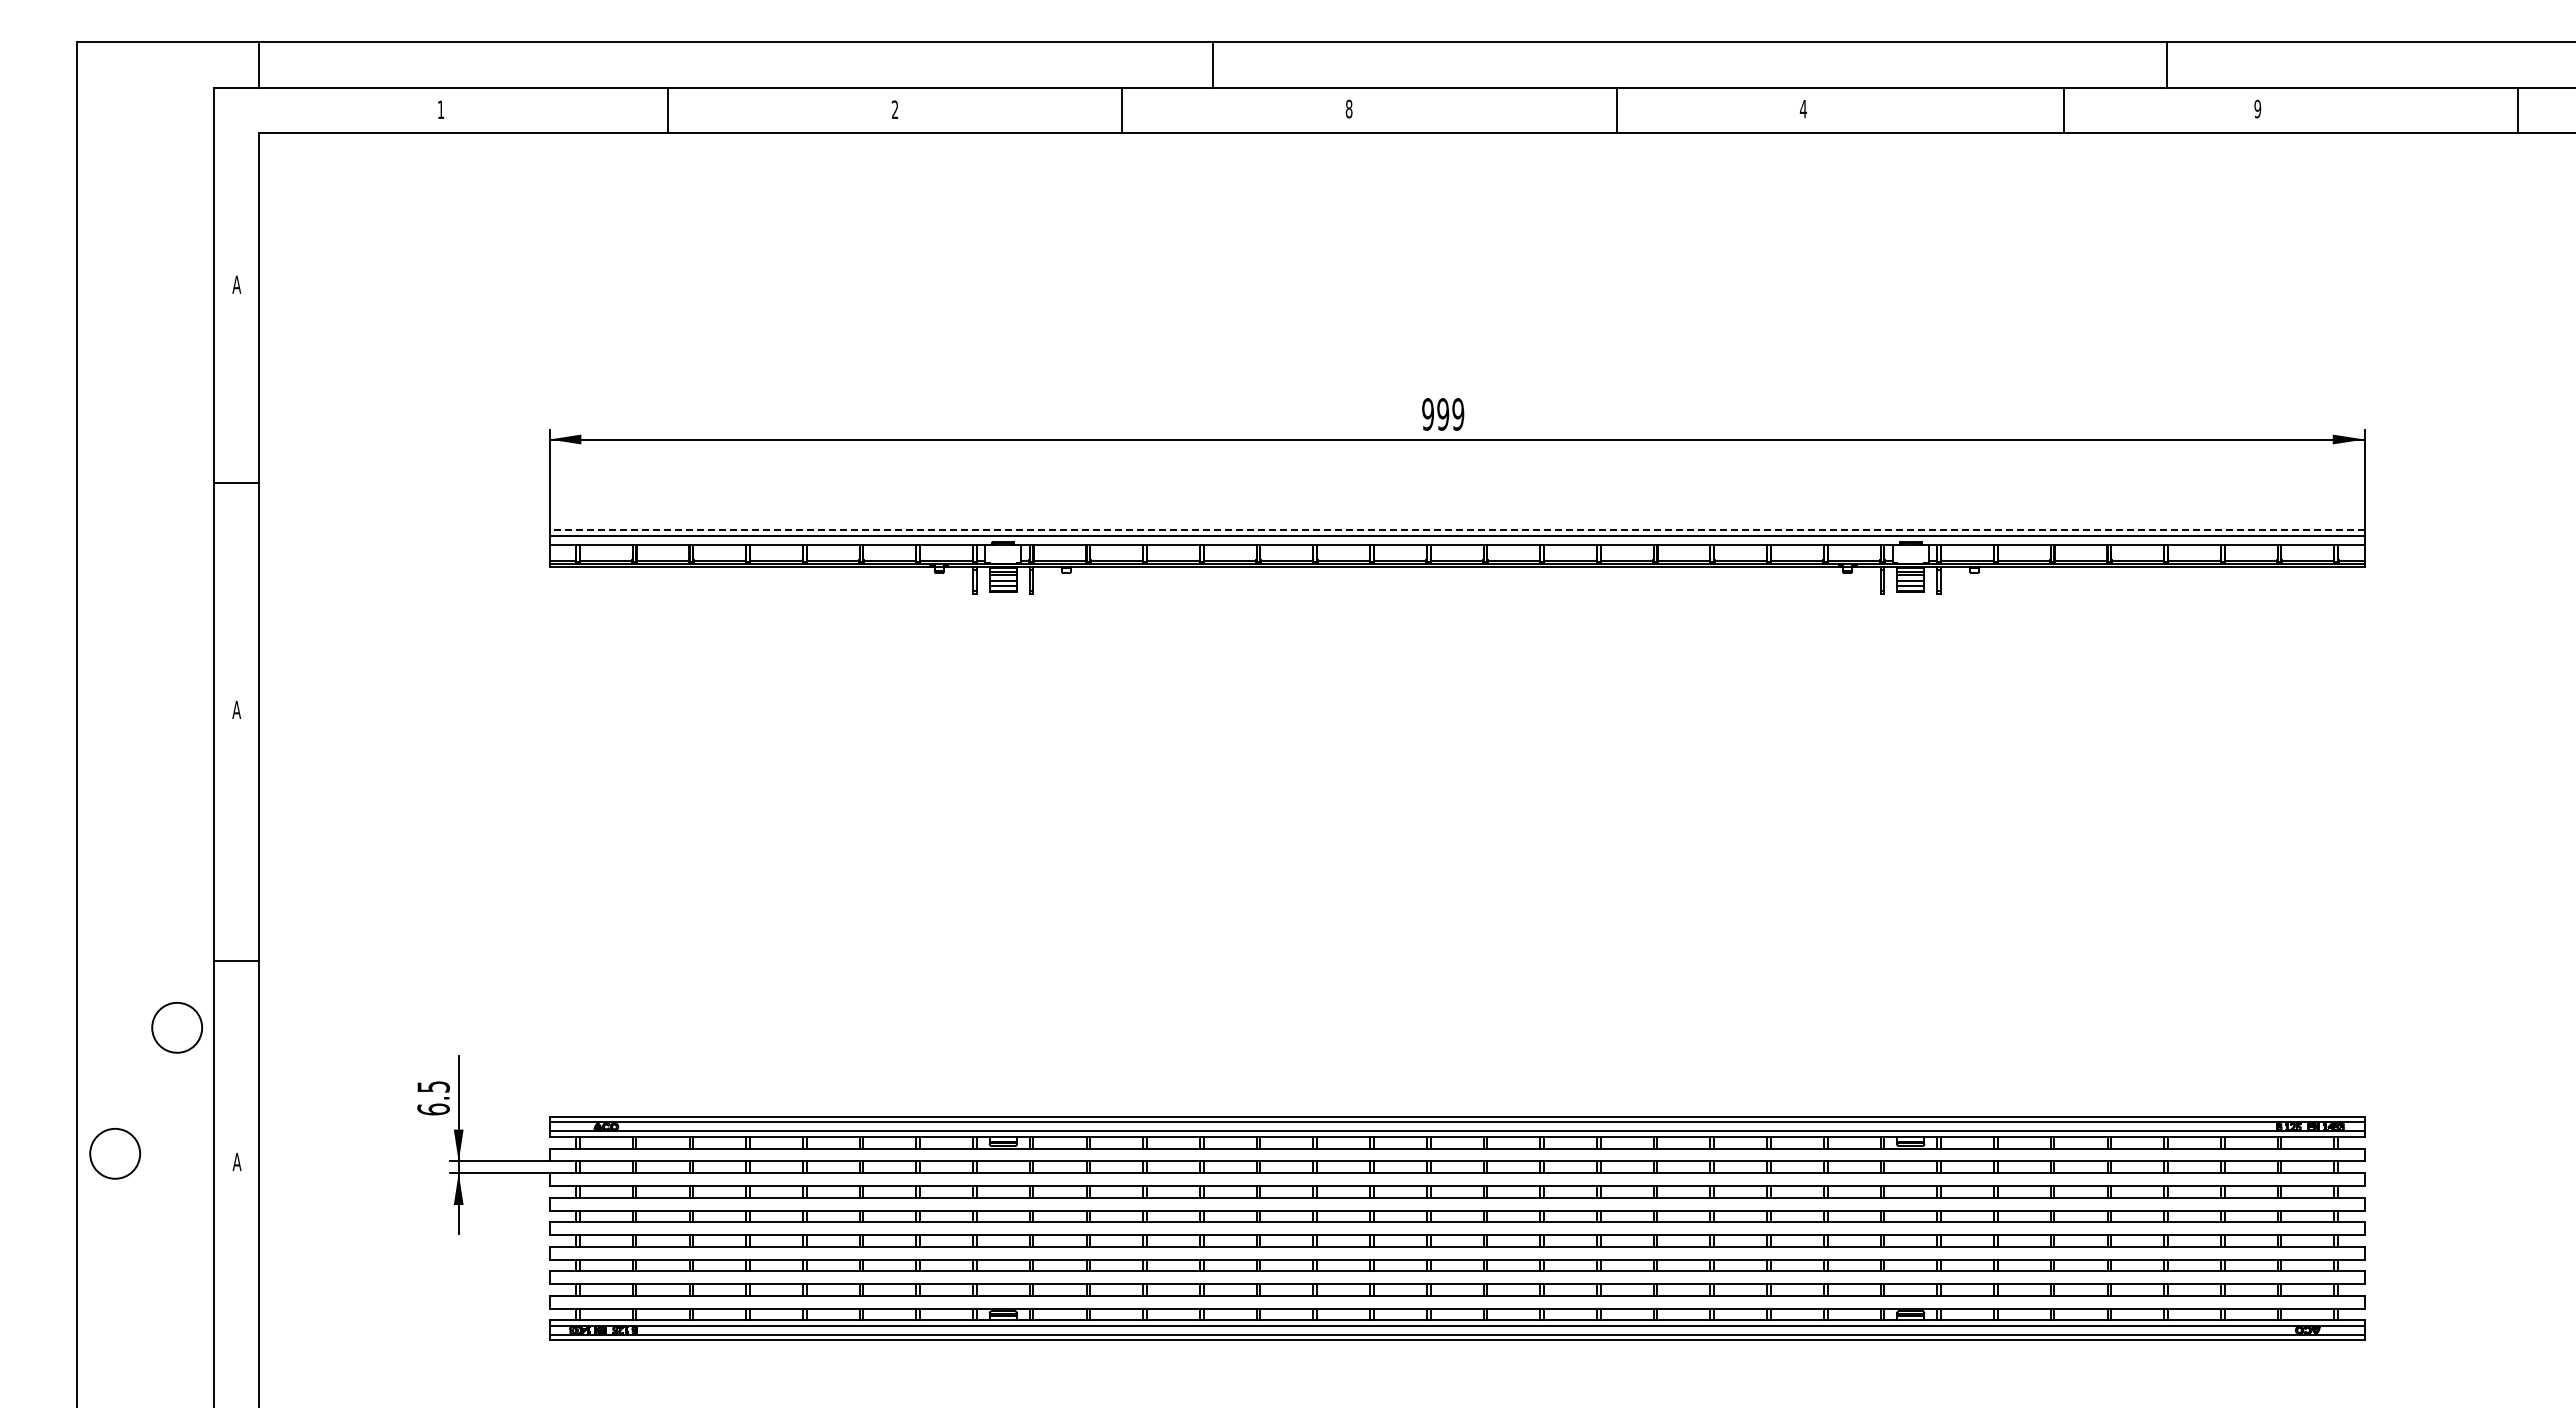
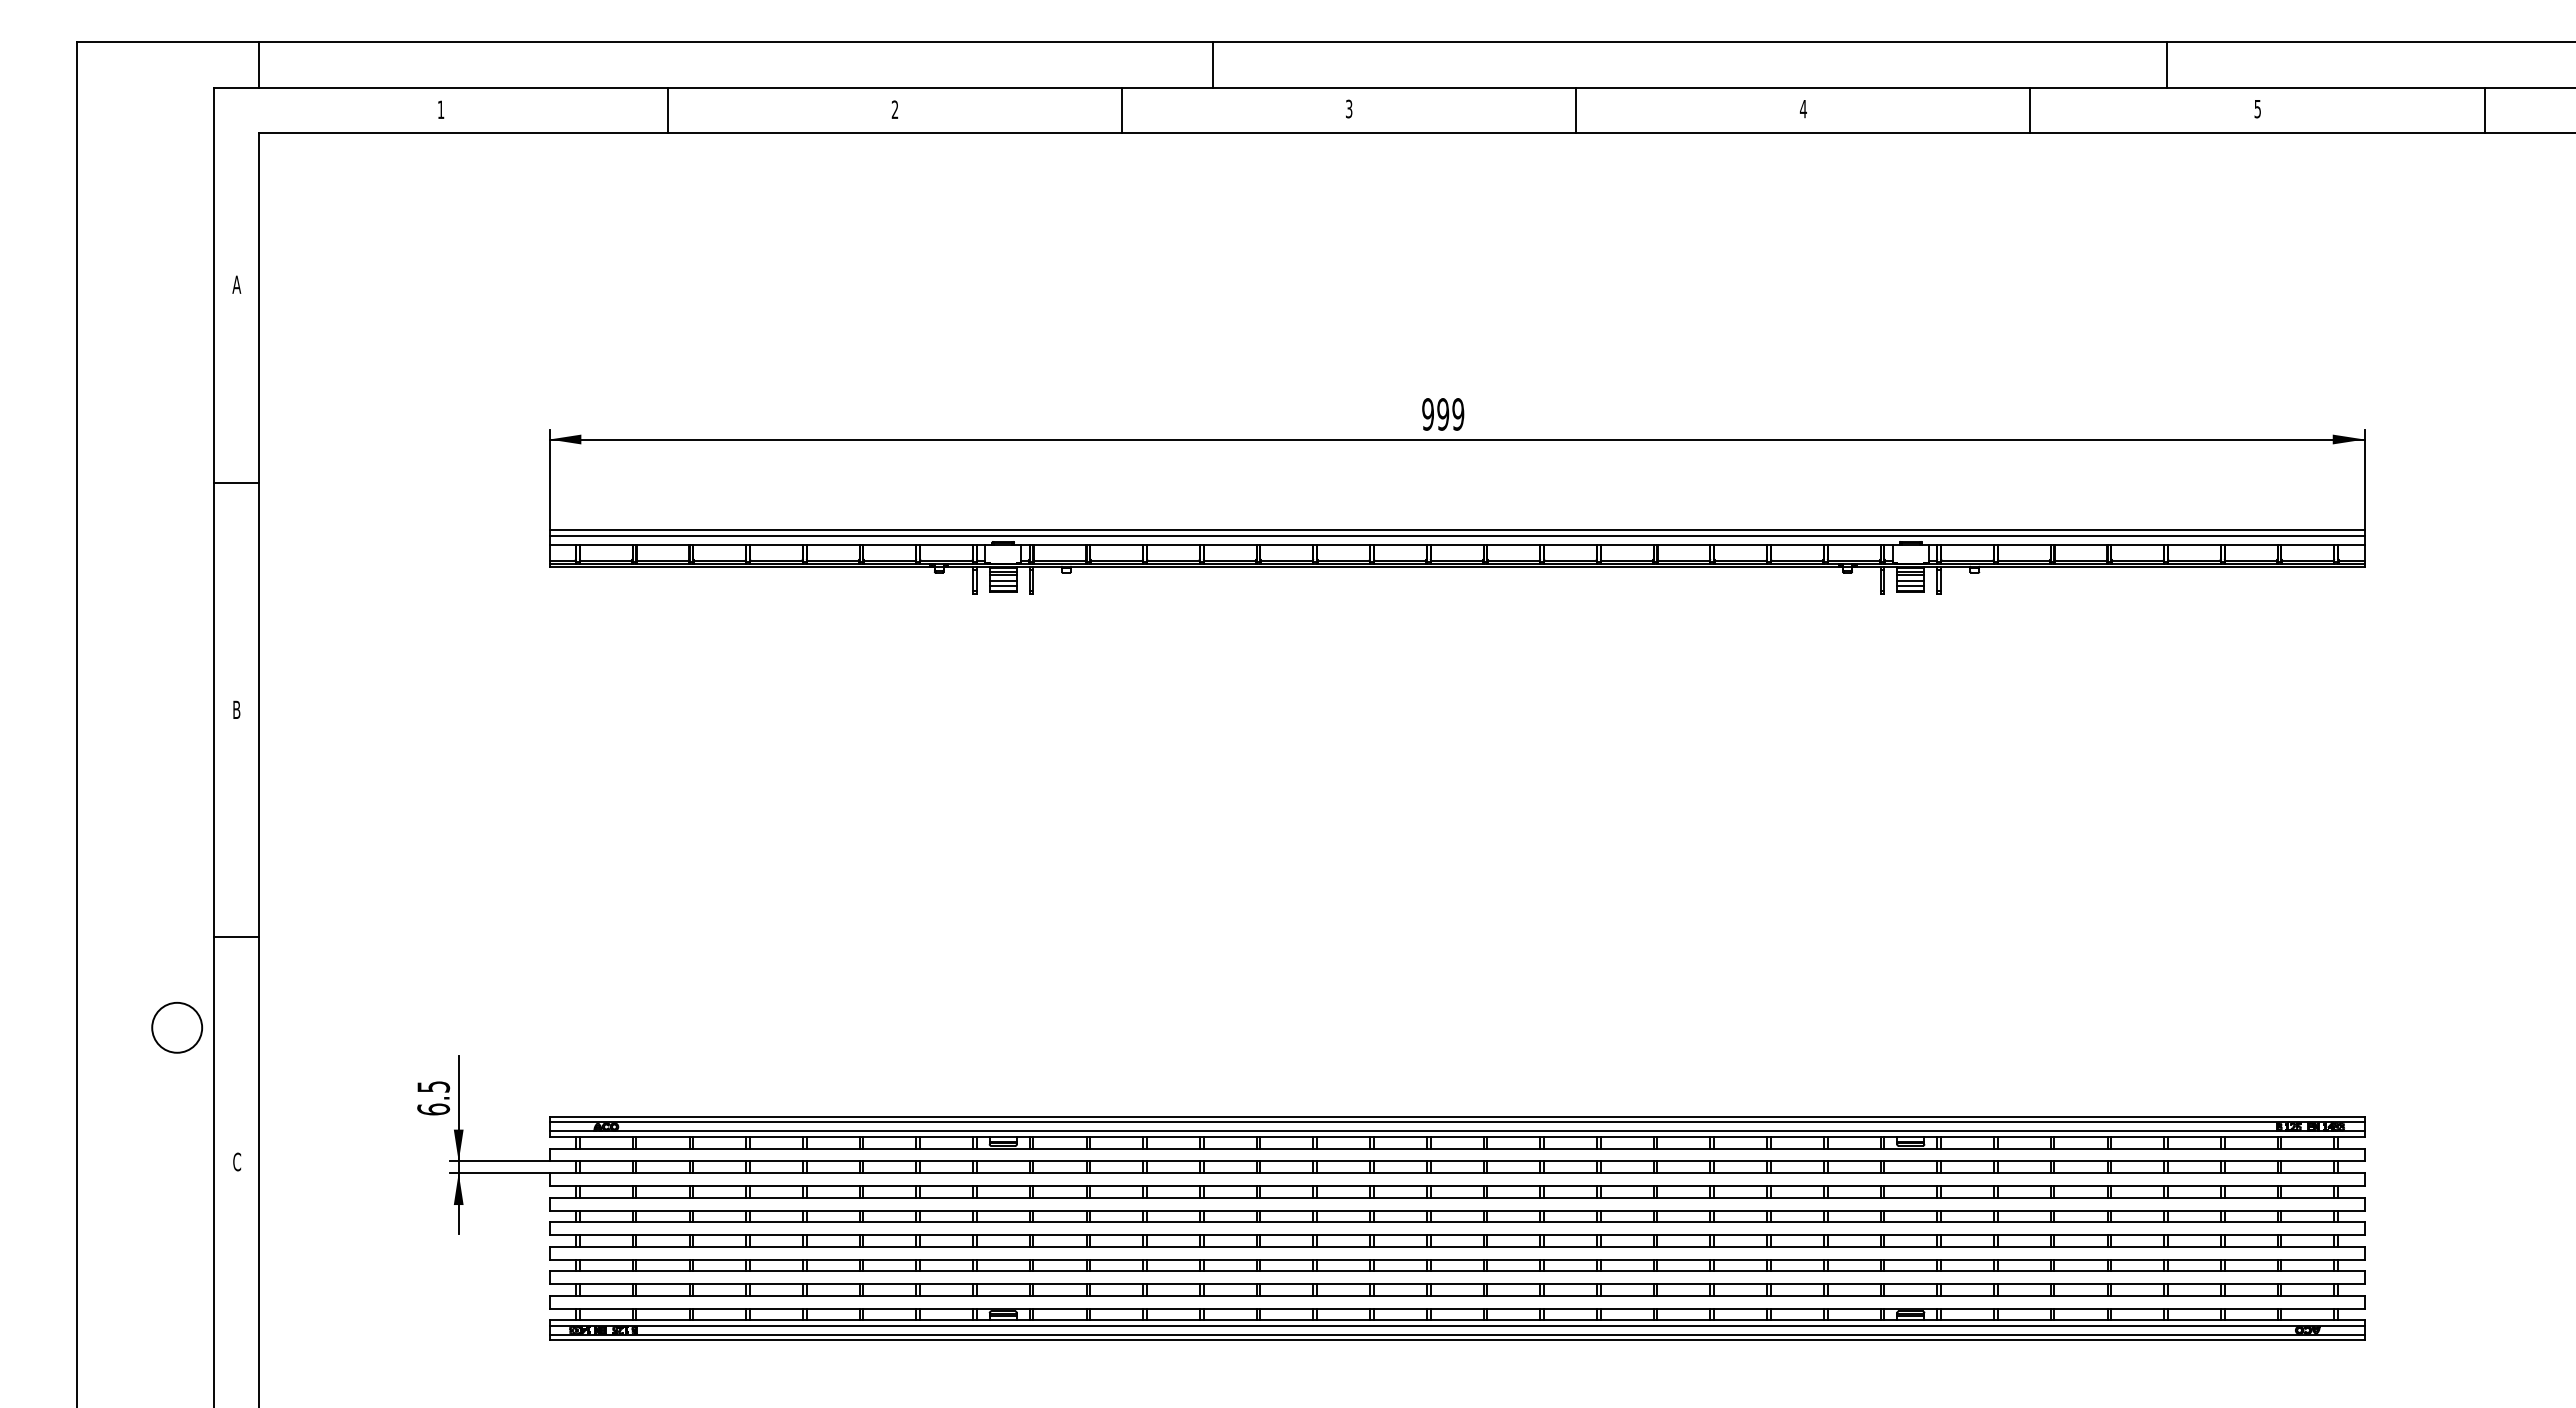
text at (1348, 108): 8 -> 3
text at (2257, 108): 9 -> 5
line at (1617, 110) position: (1617, 110) -> (1576, 110)
line at (2064, 110) position: (2064, 110) -> (2030, 110)
line at (2517, 110) position: (2517, 110) -> (2484, 110)
line at (1456, 530): dashed -> solid
text at (236, 709): A -> B
line at (235, 960) position: (235, 960) -> (235, 936)
circle at (115, 1153): present -> none
text at (236, 1161): A -> C
